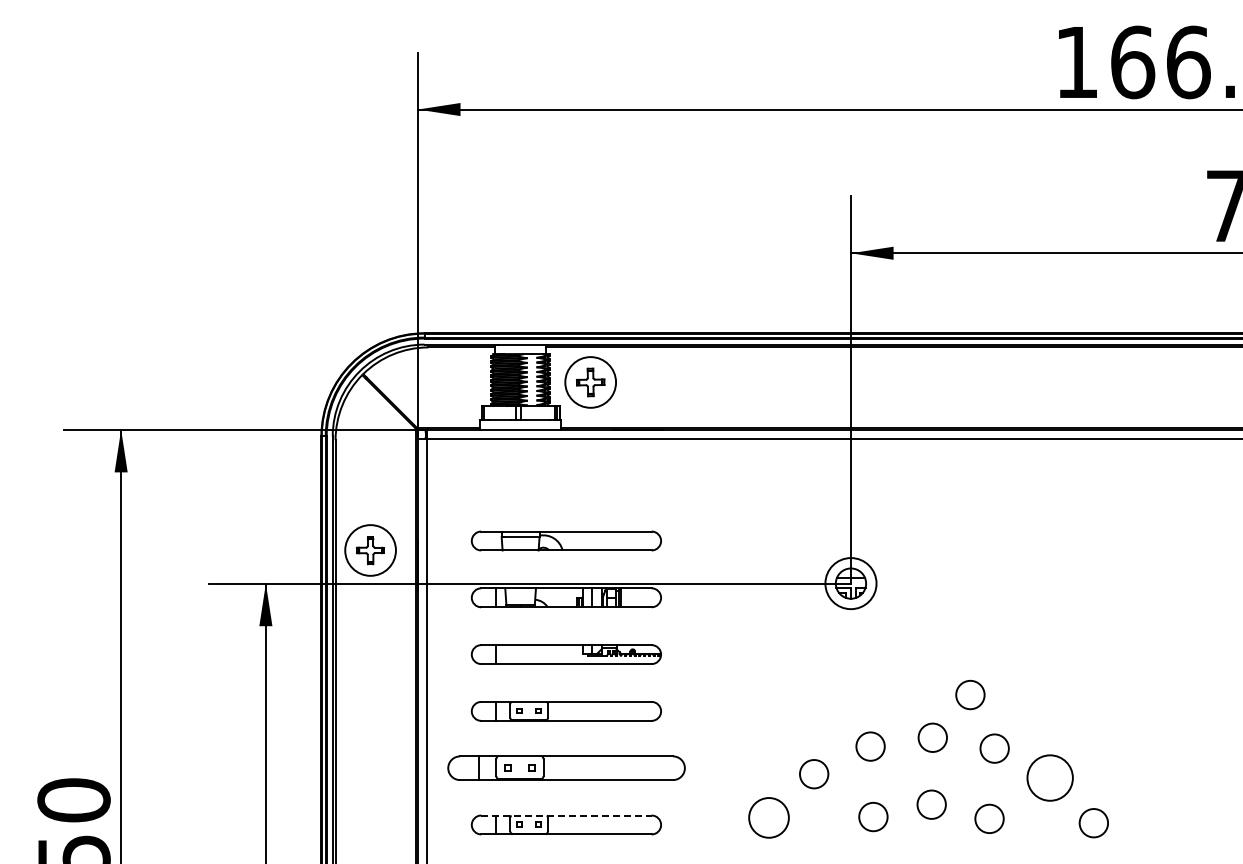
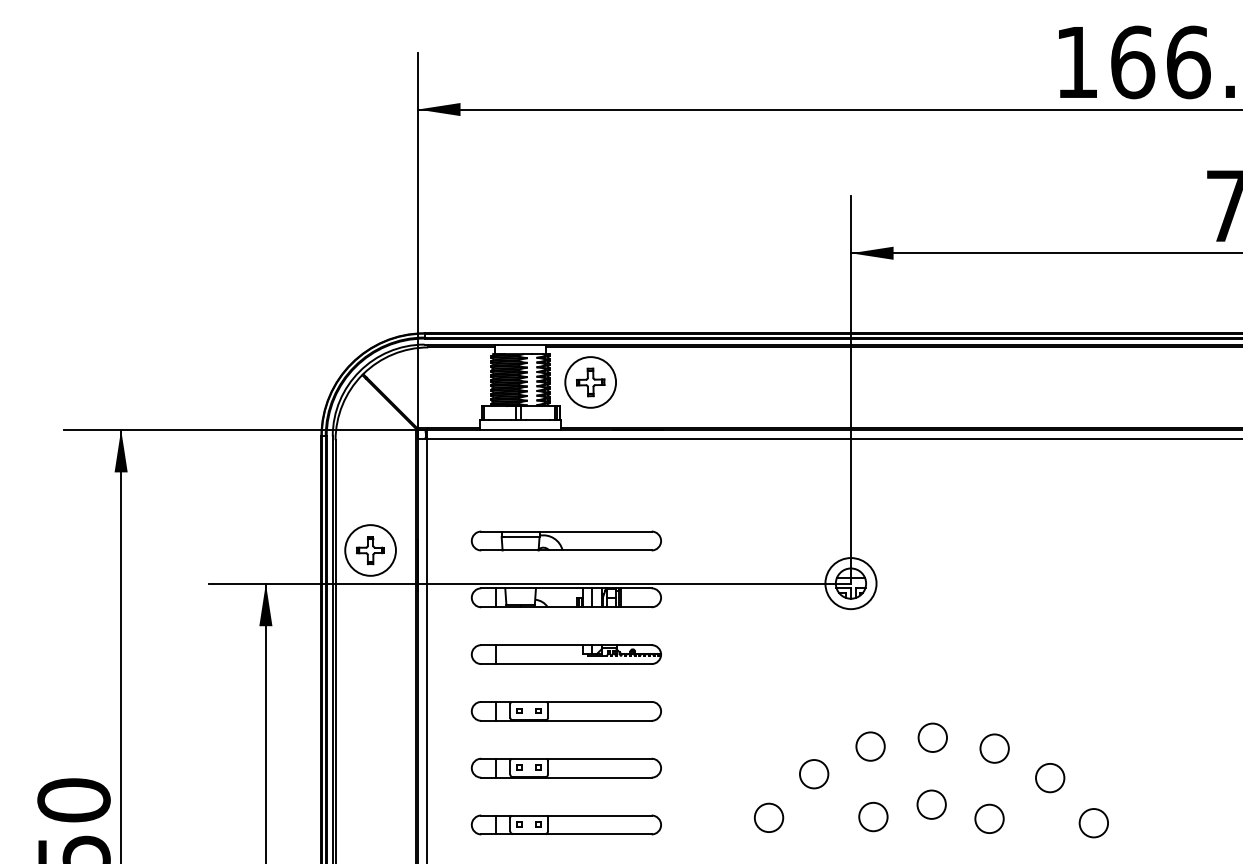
circle at (970, 695): present -> none
part at (566, 767) size: 239x26 px -> 192x22 px
circle at (1049, 777) diameter: 45 px -> 28 px
line at (566, 815): dashed -> solid
circle at (768, 817) diameter: 40 px -> 28 px
